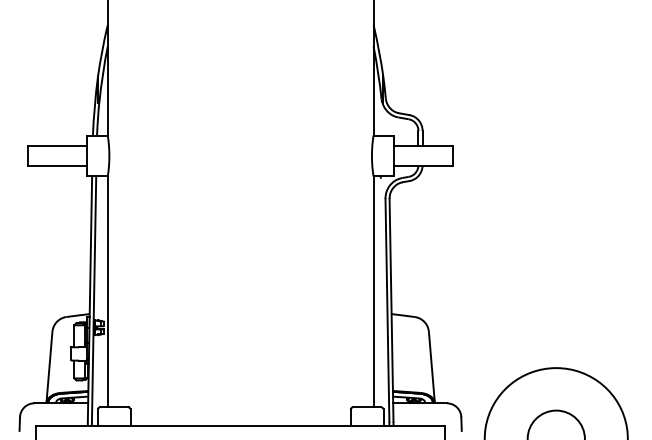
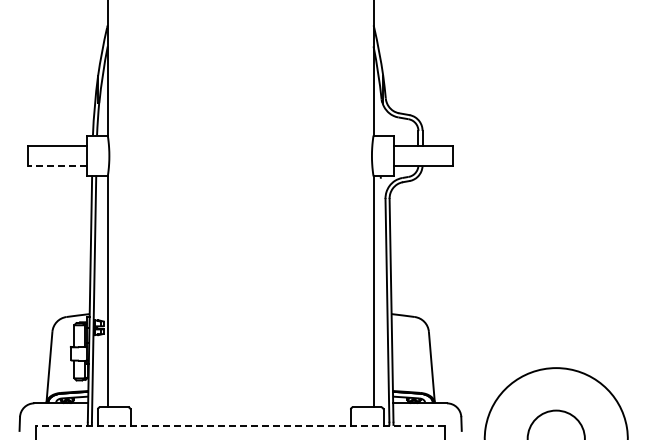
line at (57, 166): solid -> dashed
line at (240, 425): solid -> dashed
